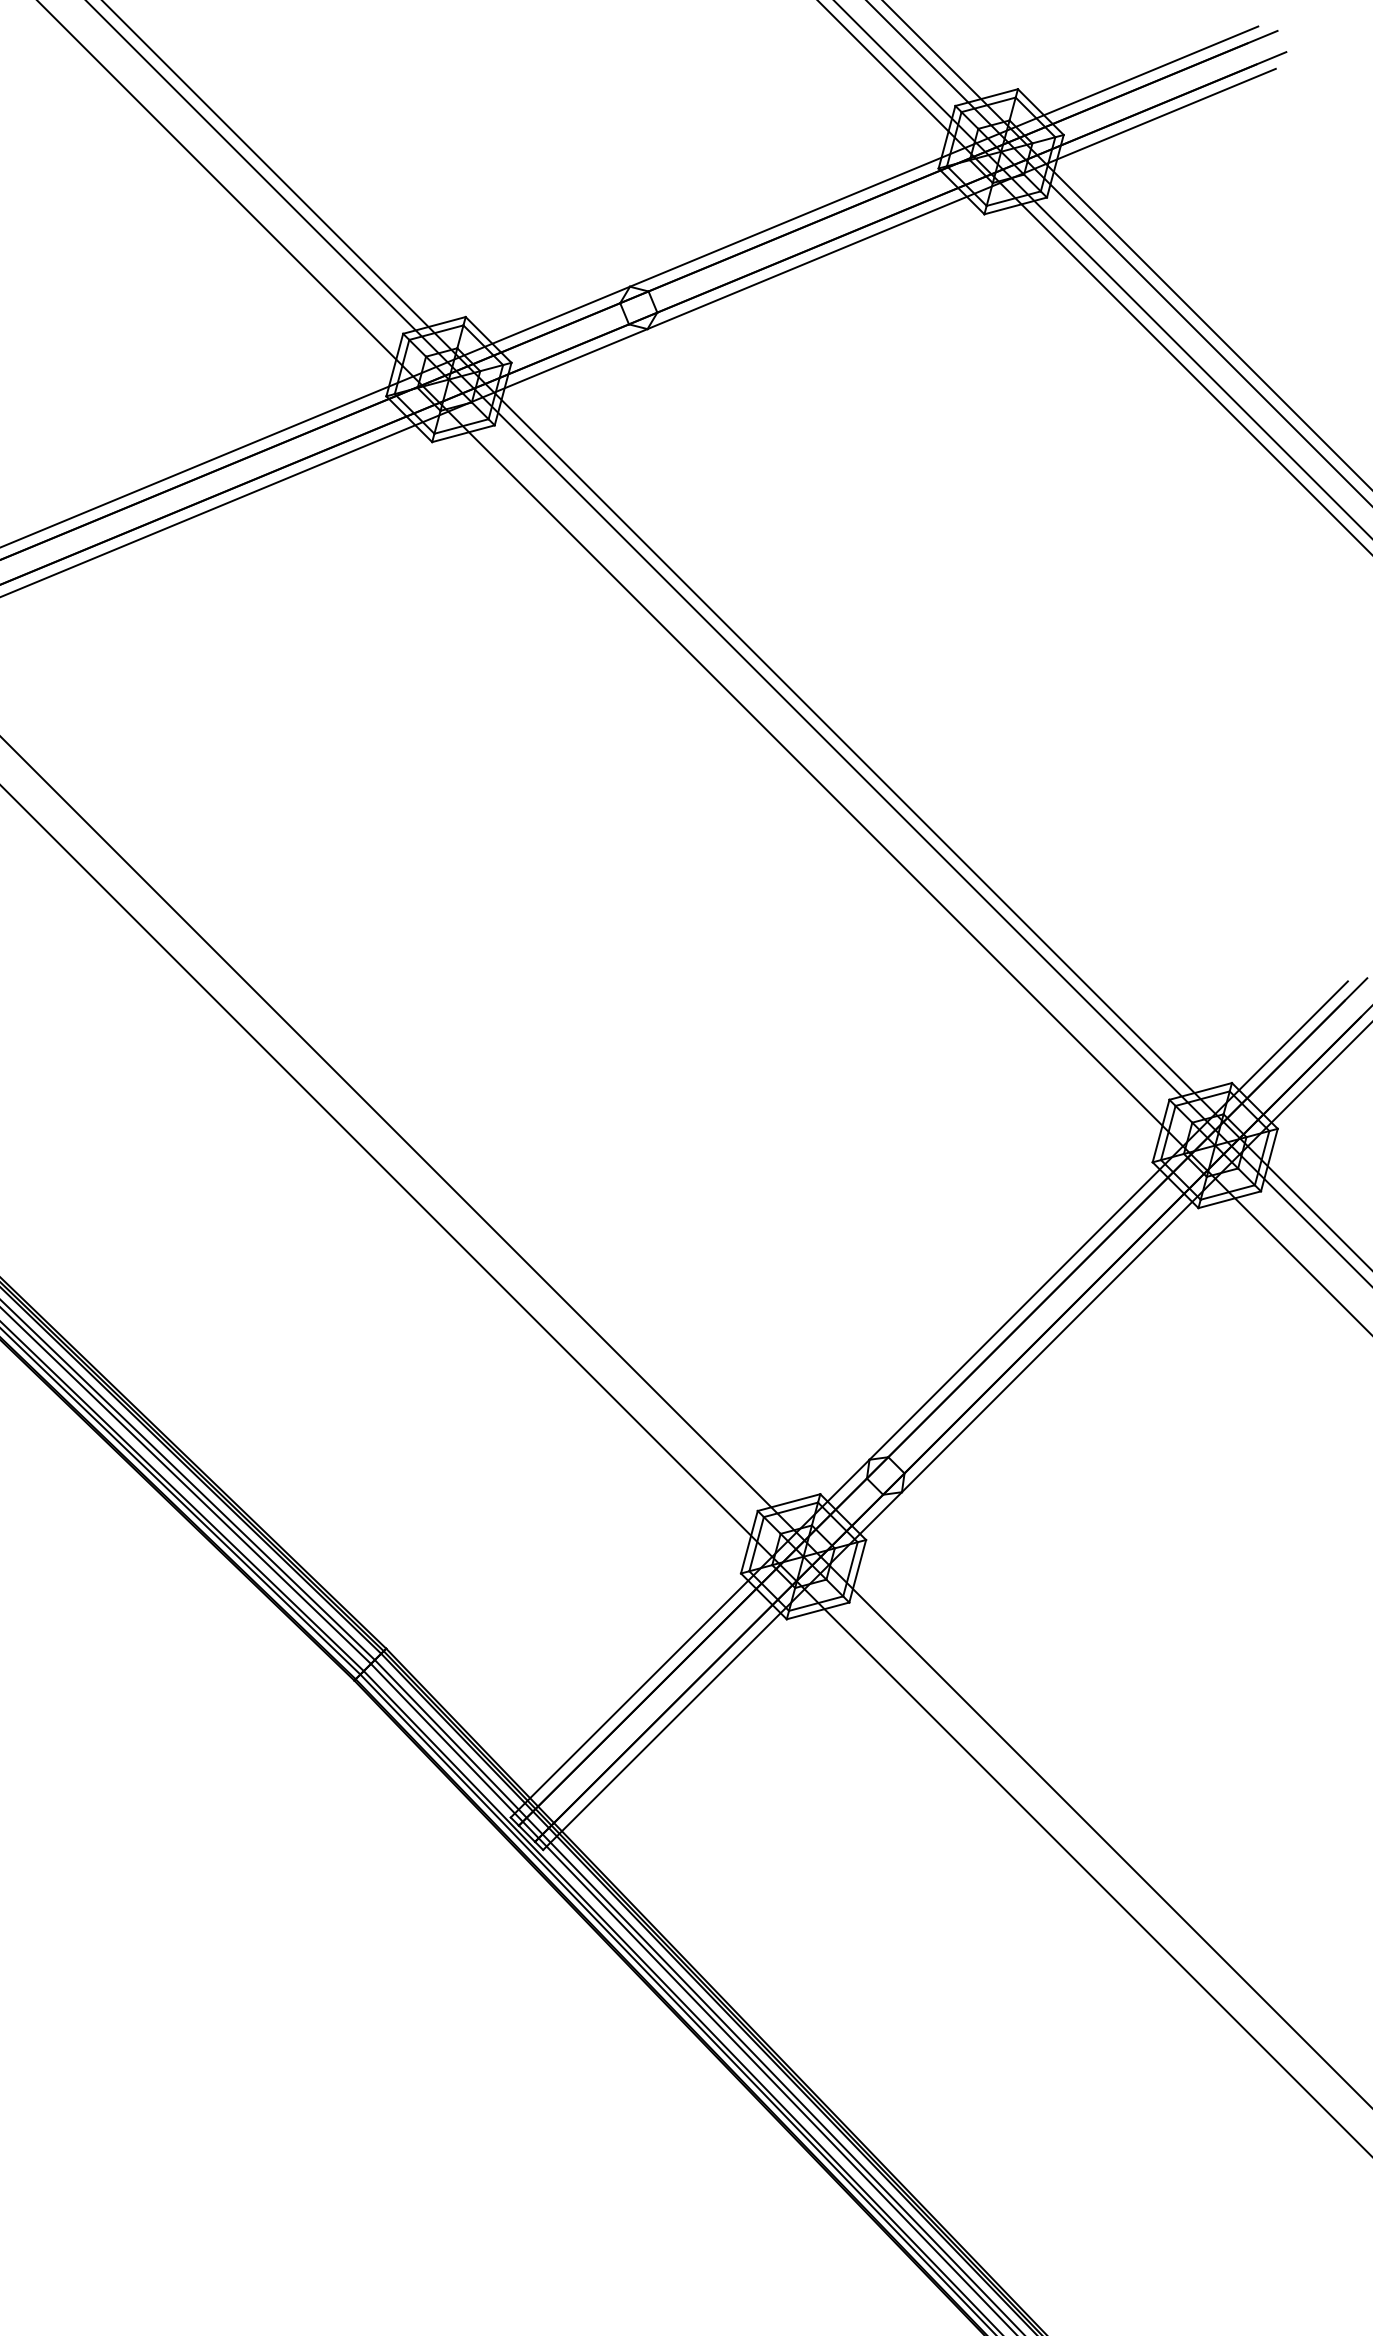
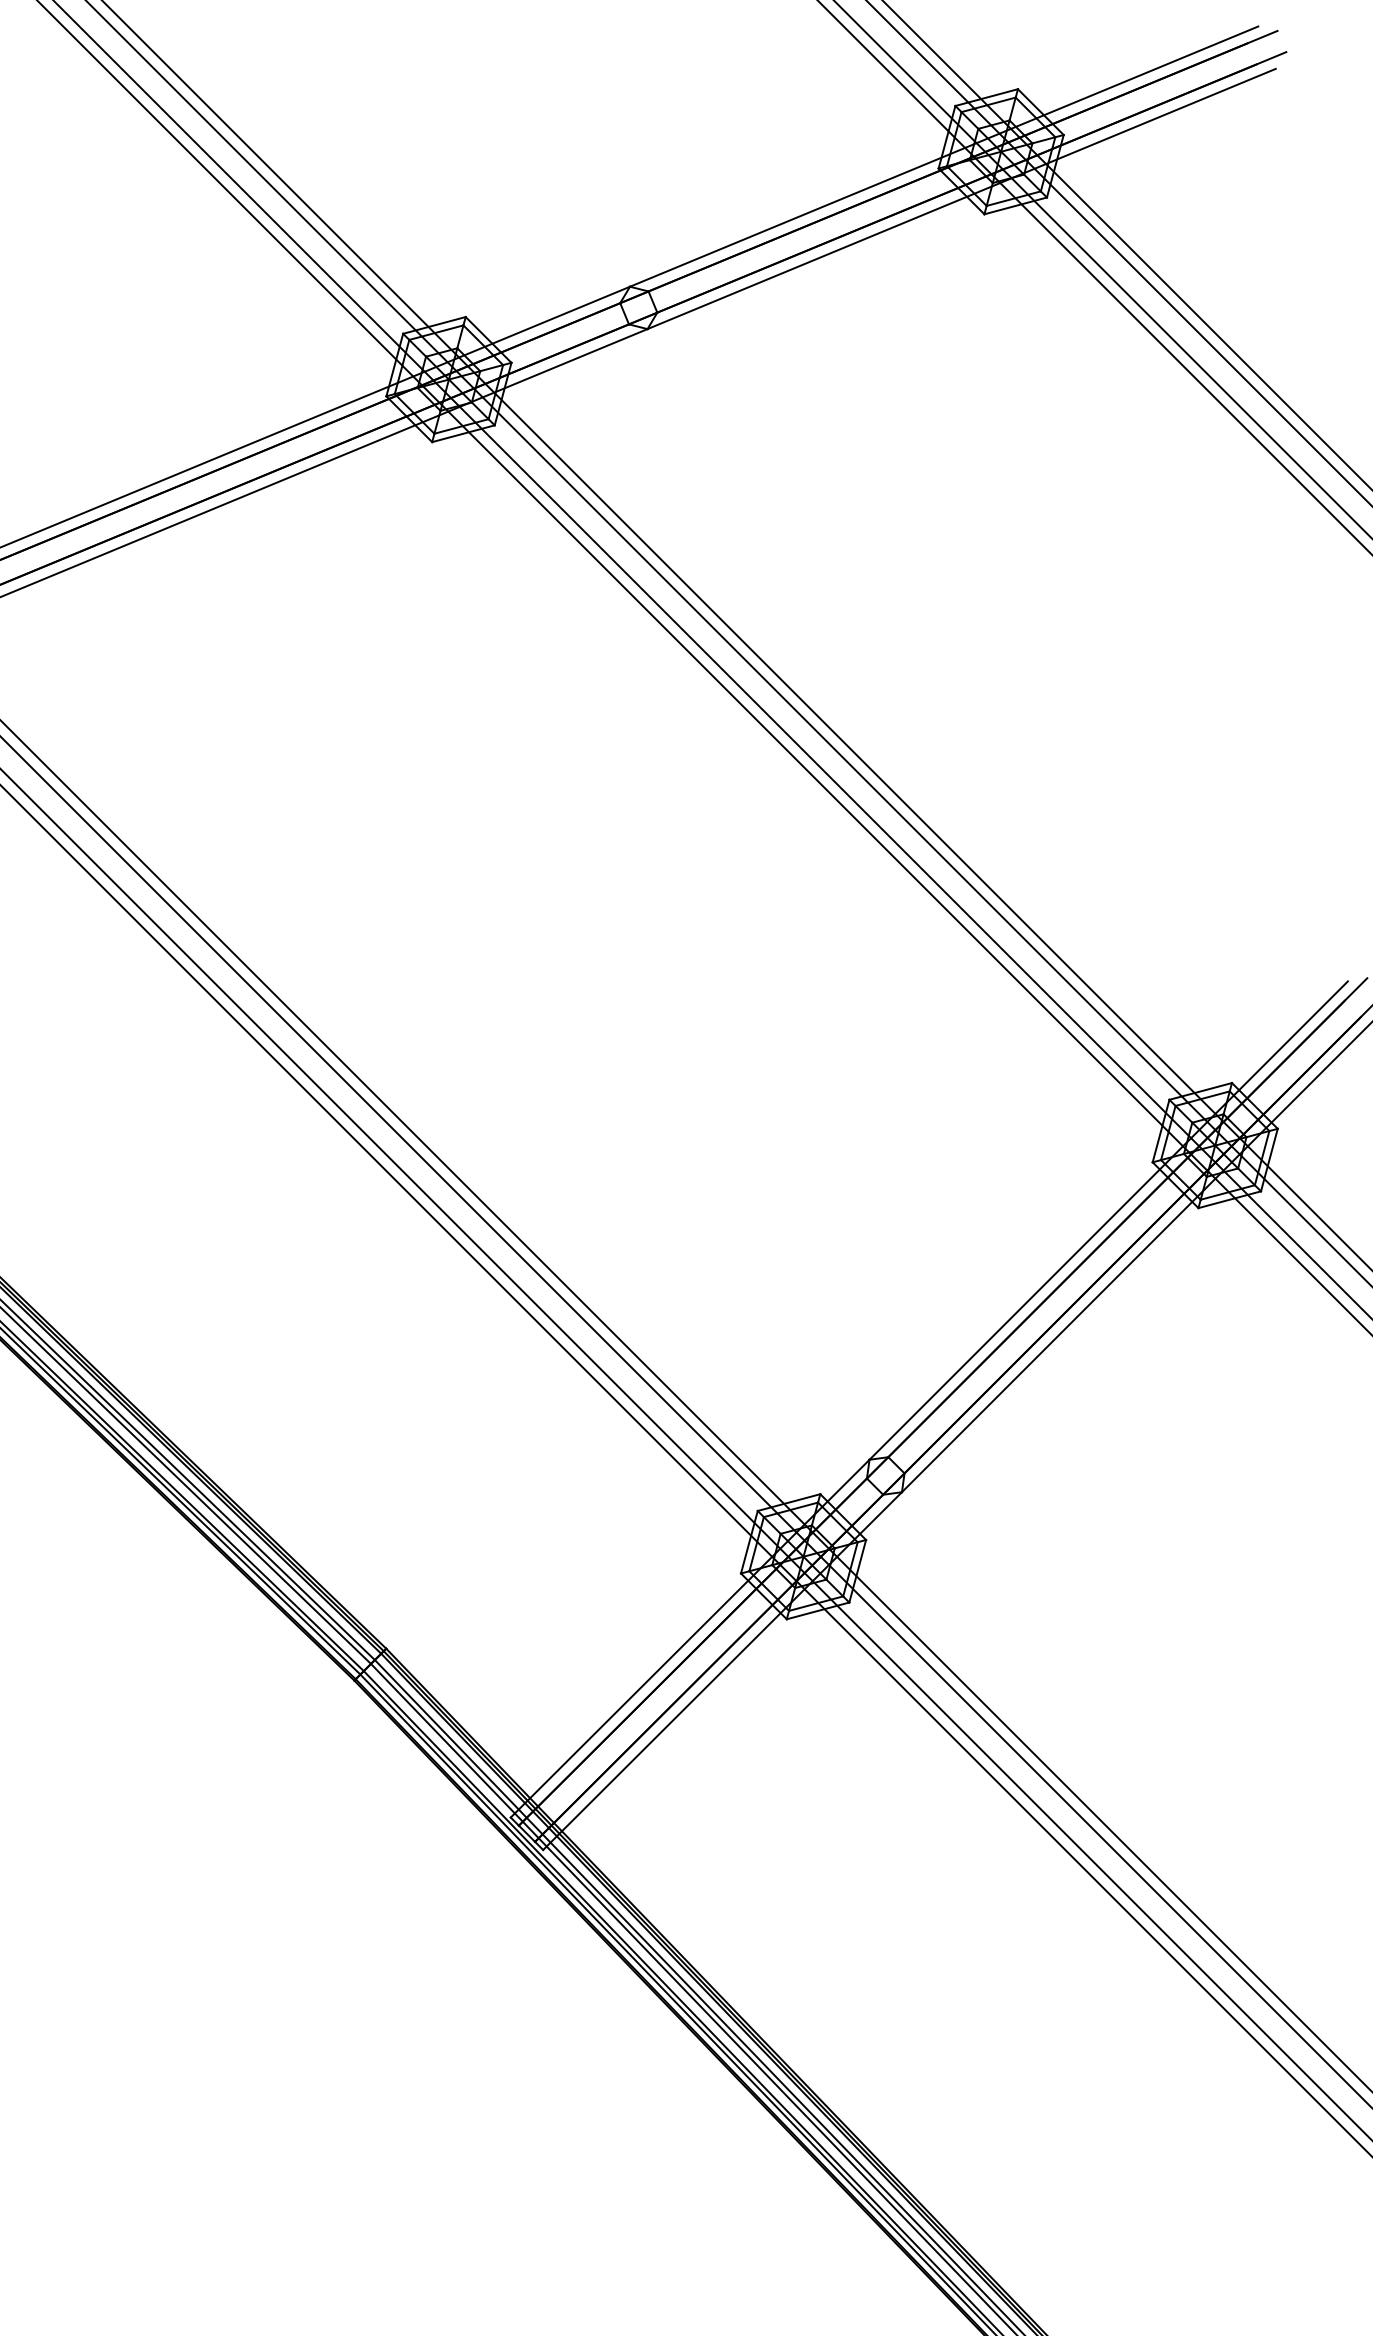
line at (712, 659): none -> present
line at (685, 1405): none -> present
line at (685, 1453): none -> present
